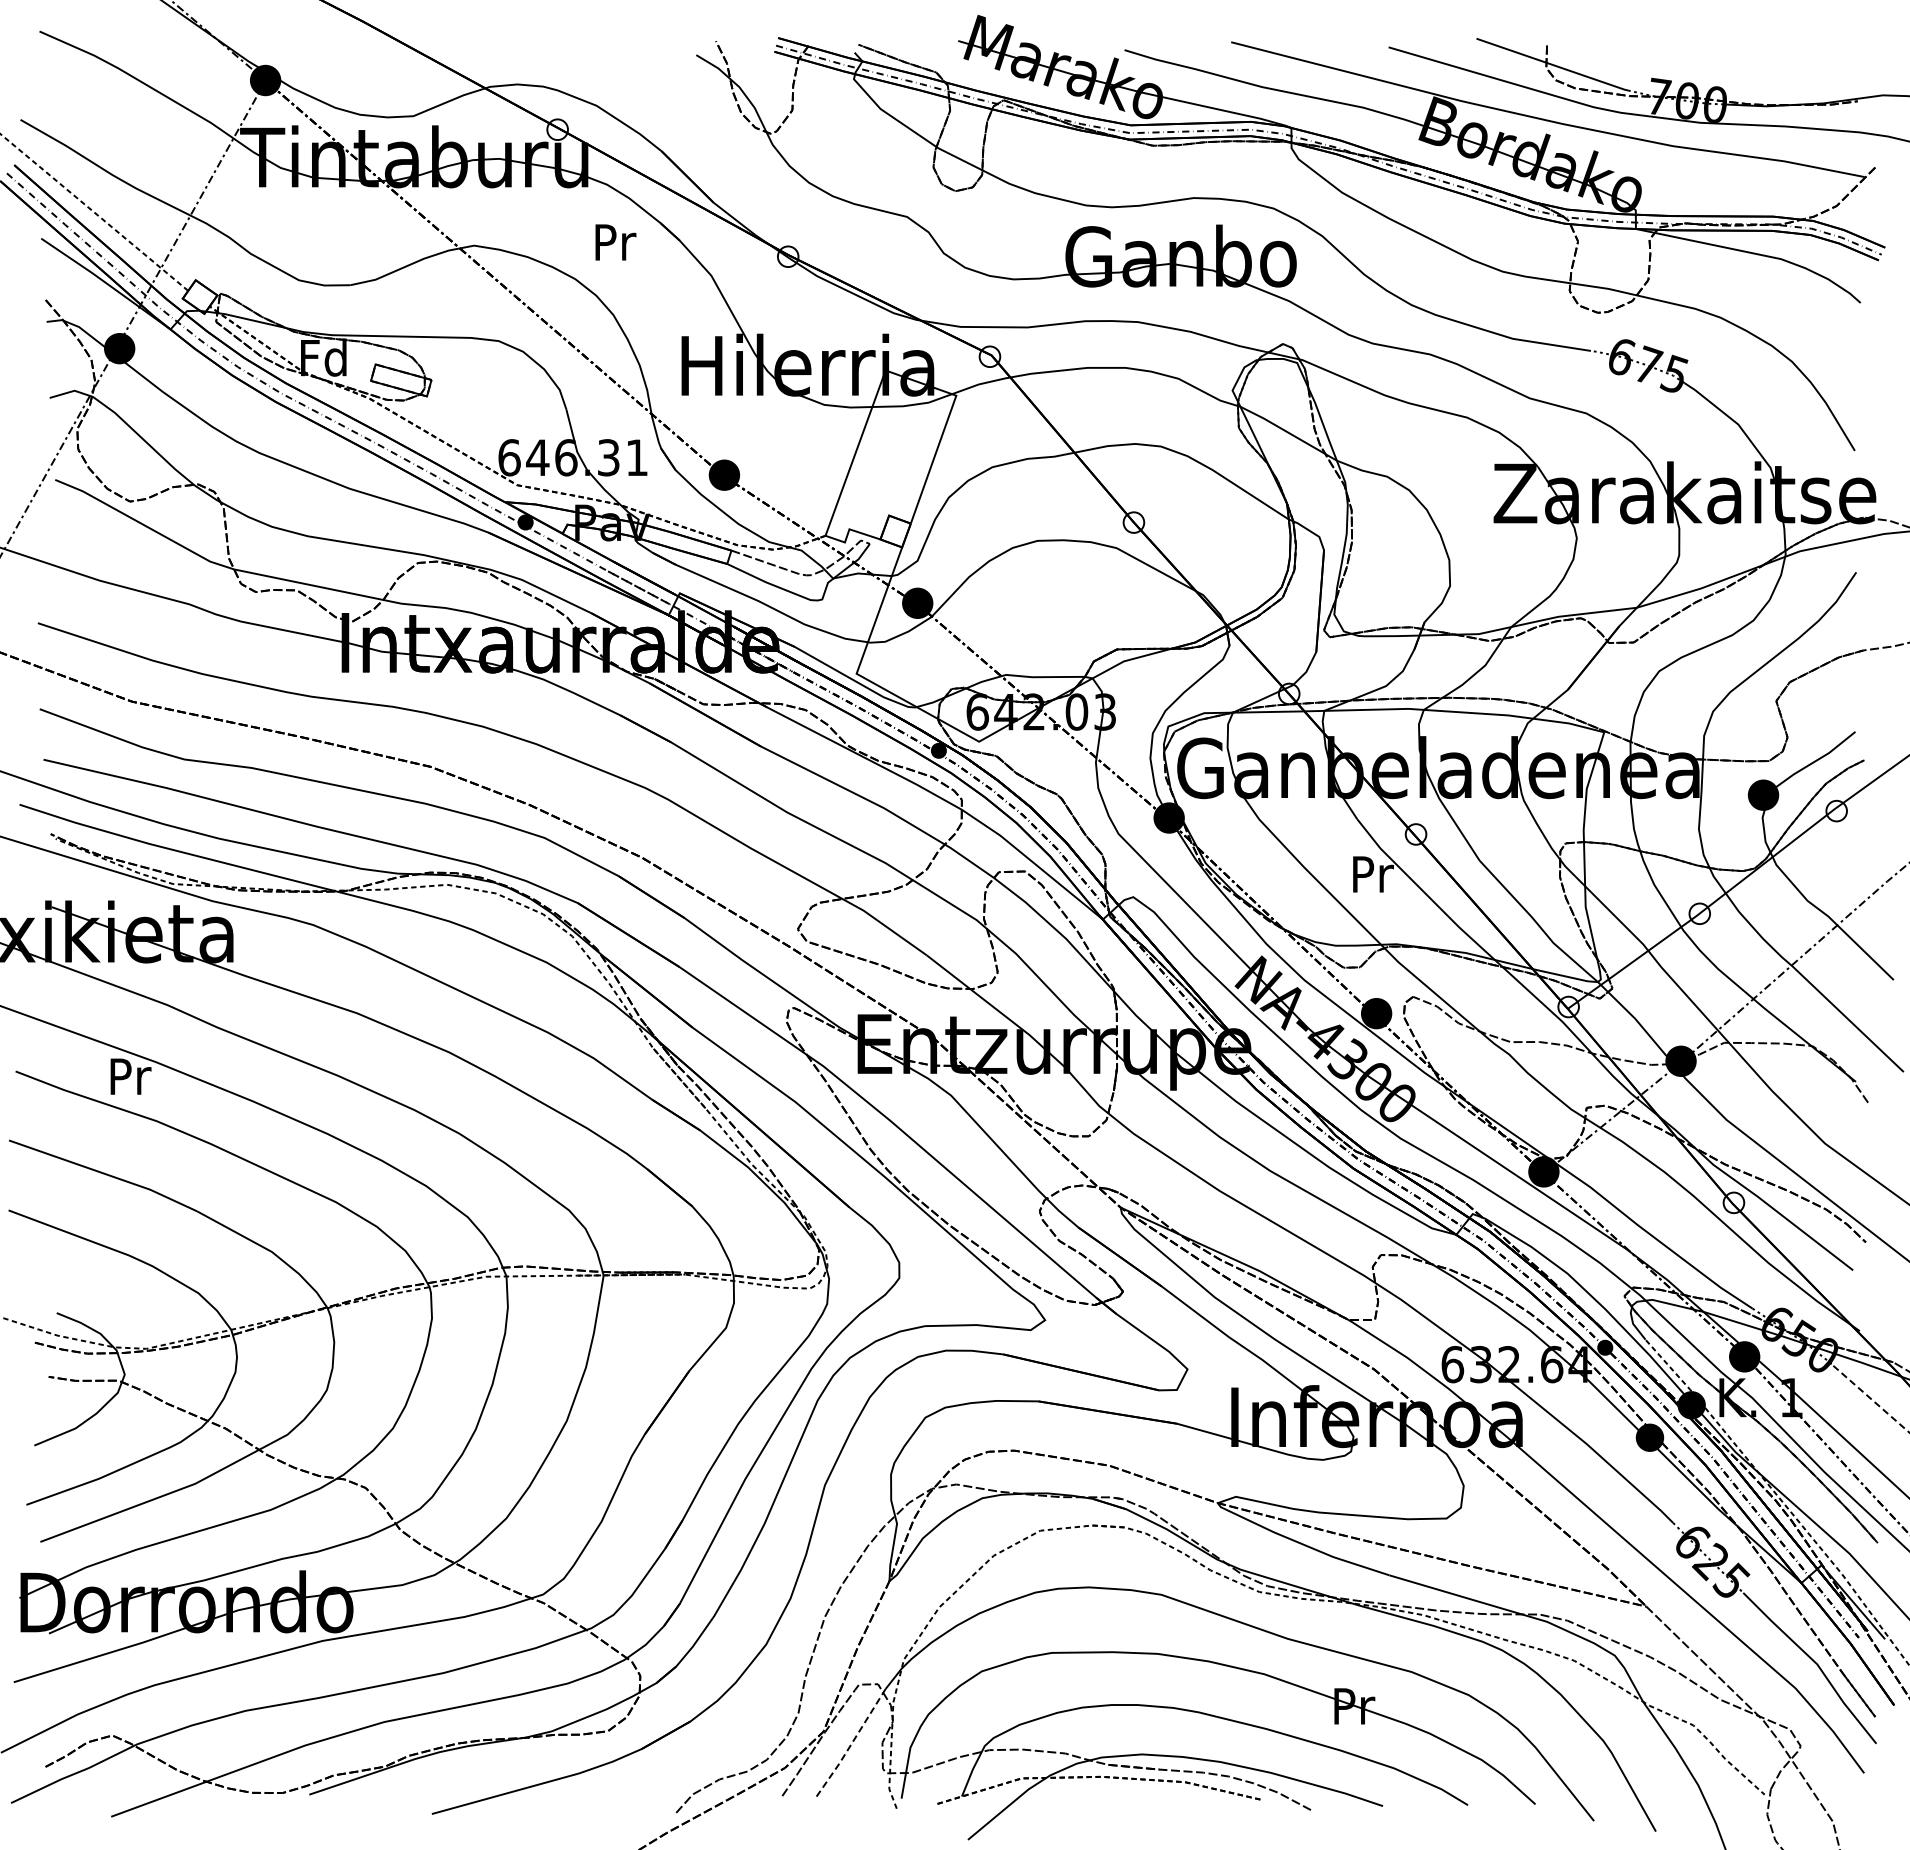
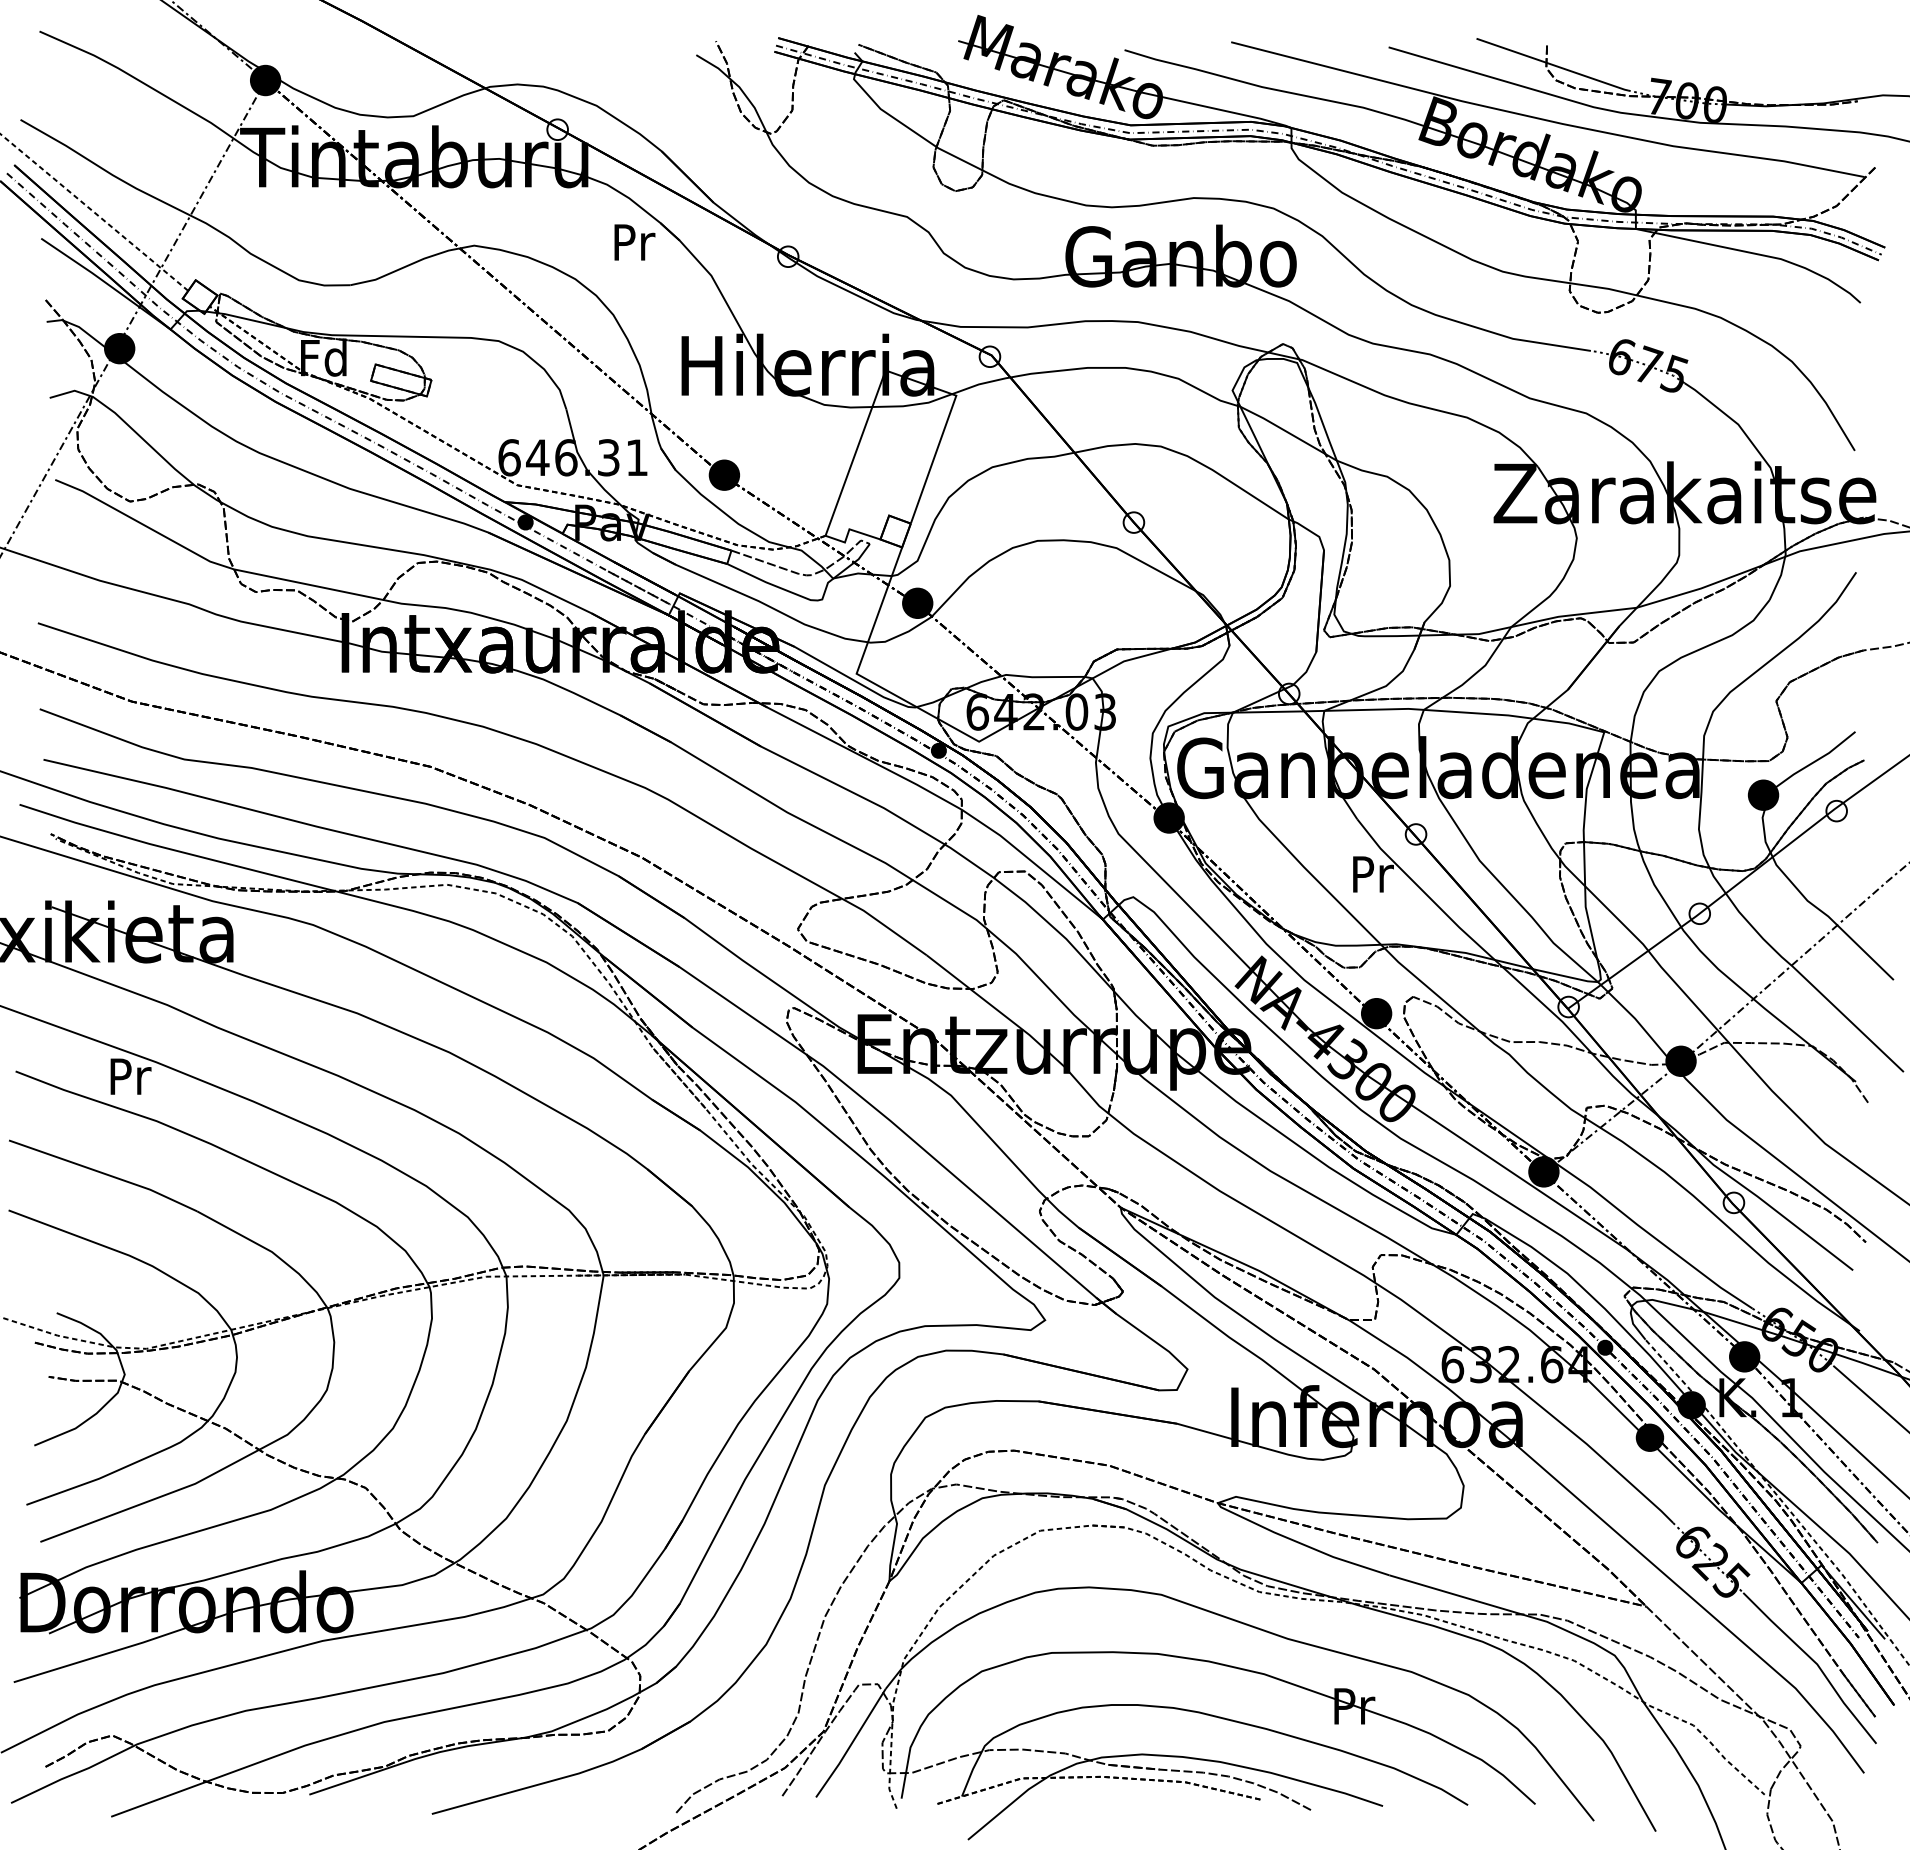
text at (615, 242) position: (615, 242) -> (634, 242)
line at (1871, 1399): dashed -> solid
line at (851, 1744): dashed -> solid
